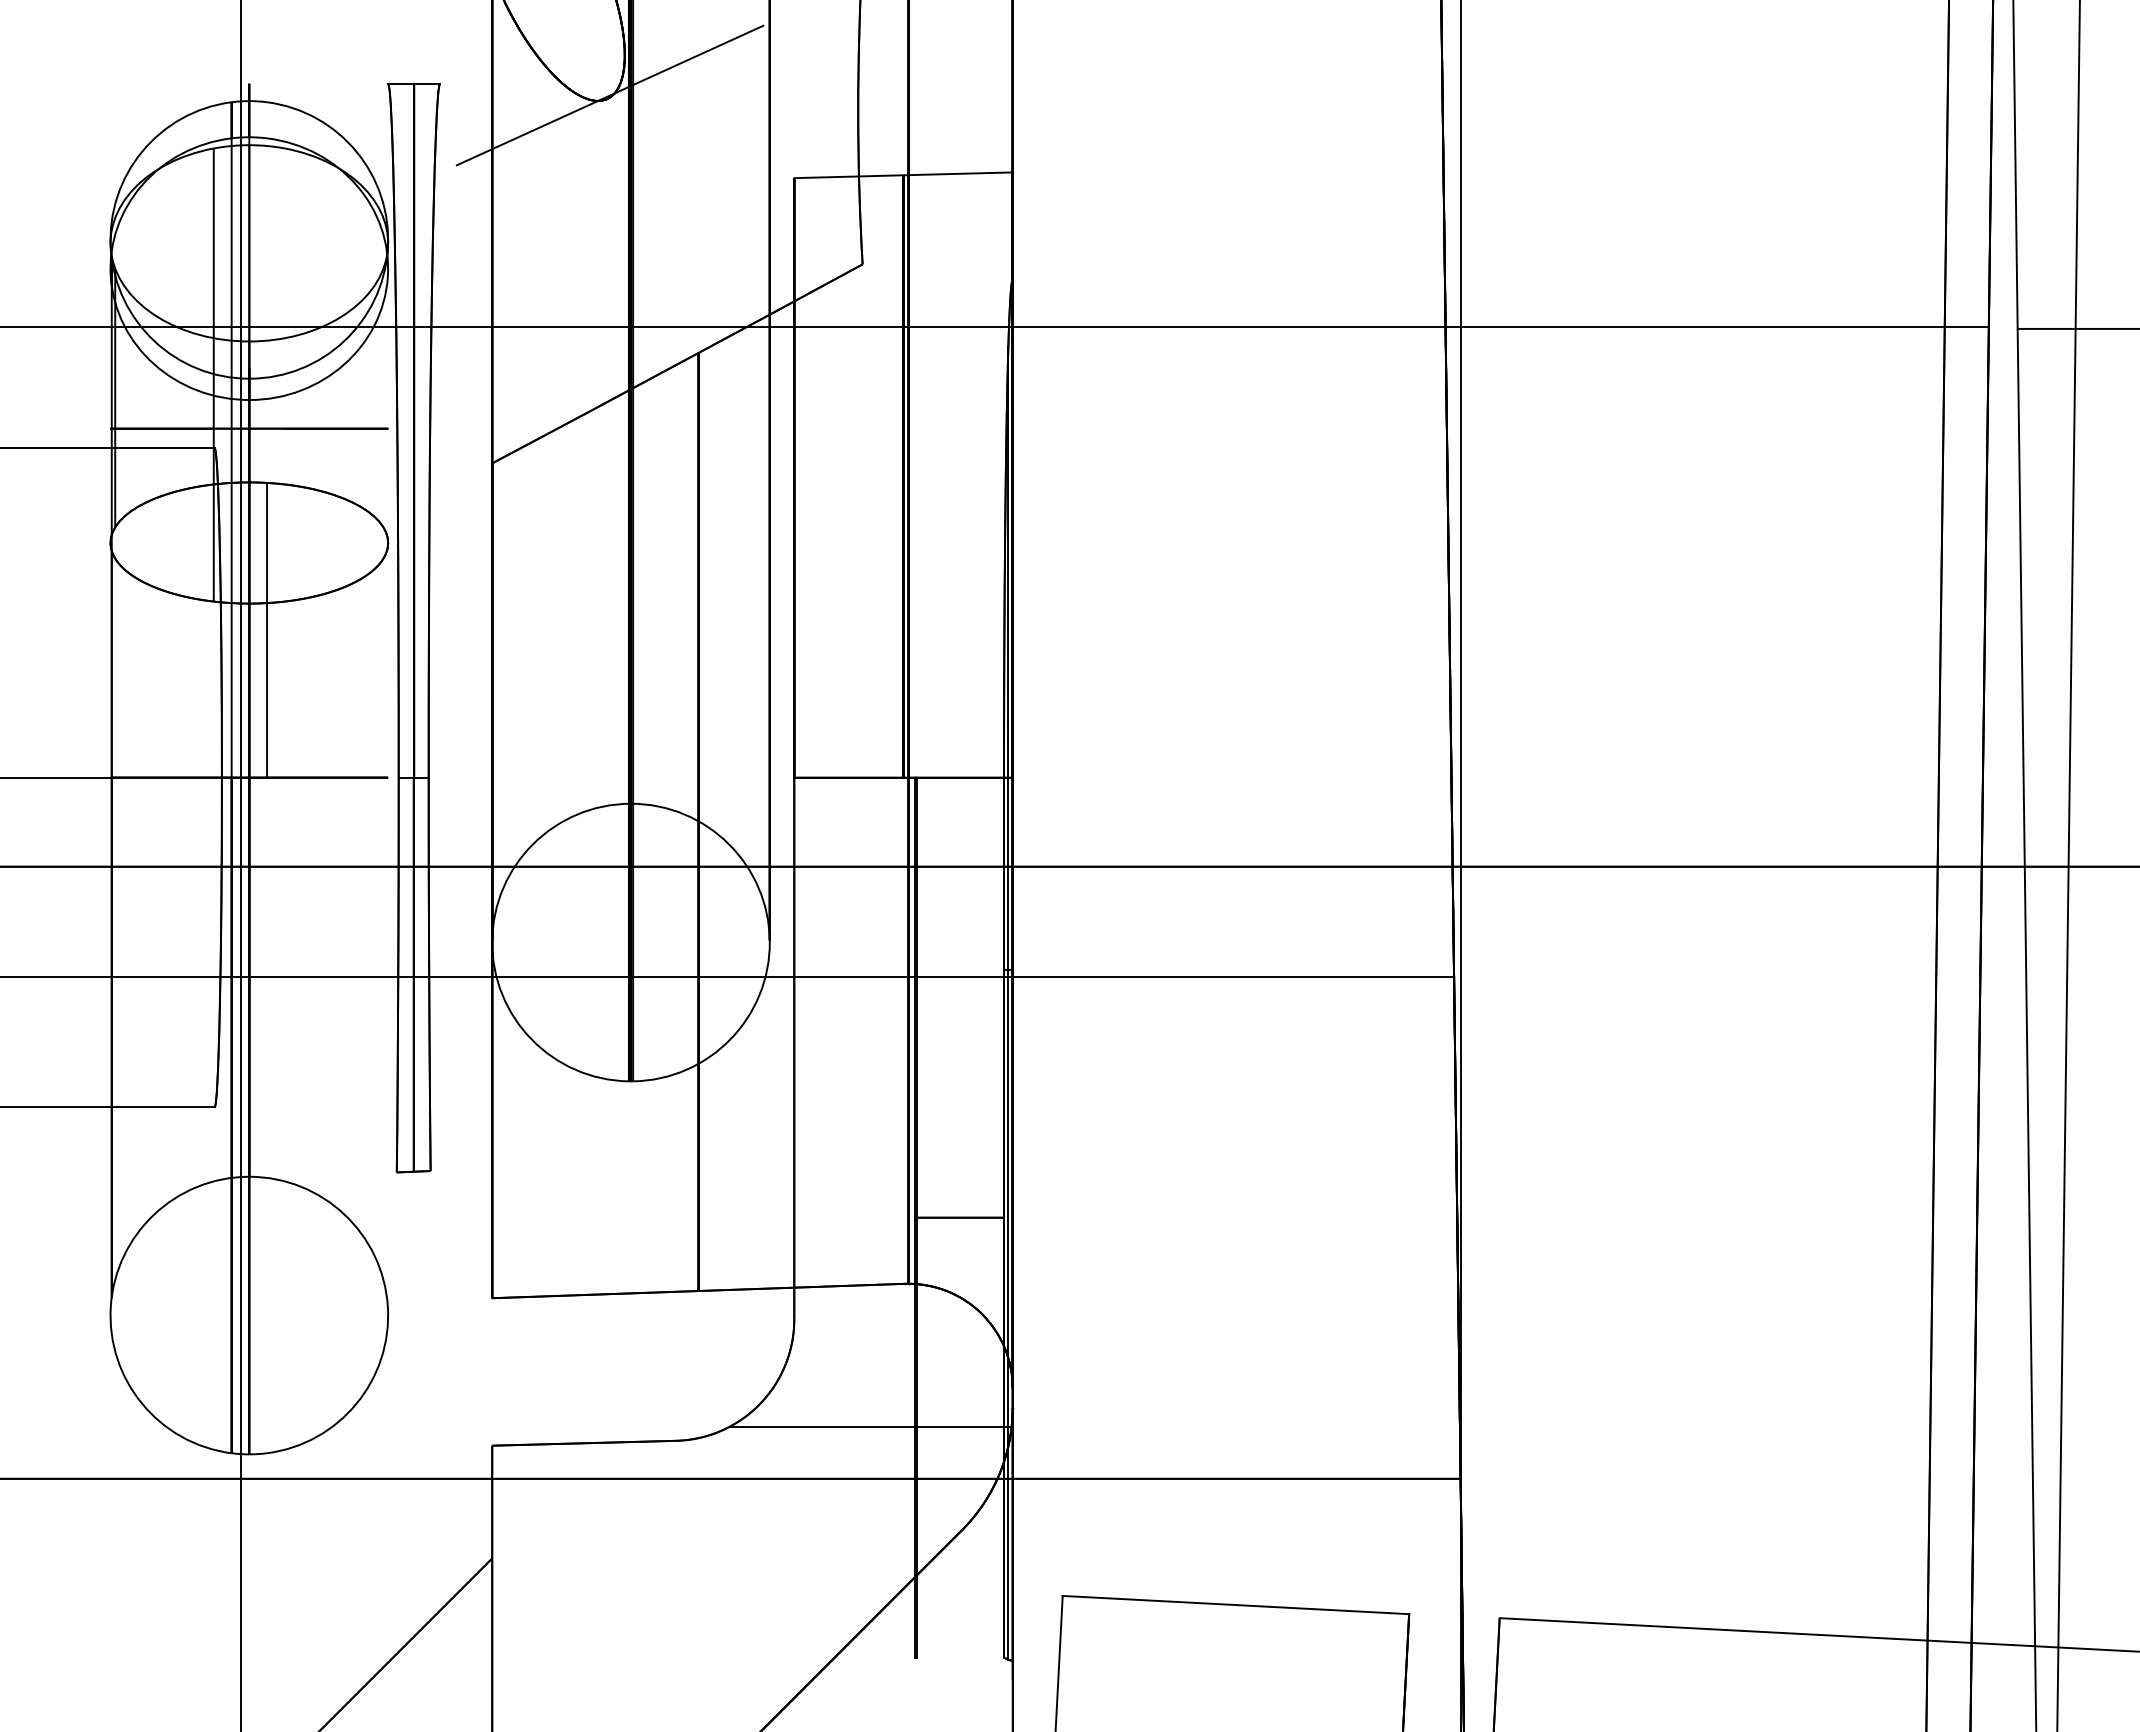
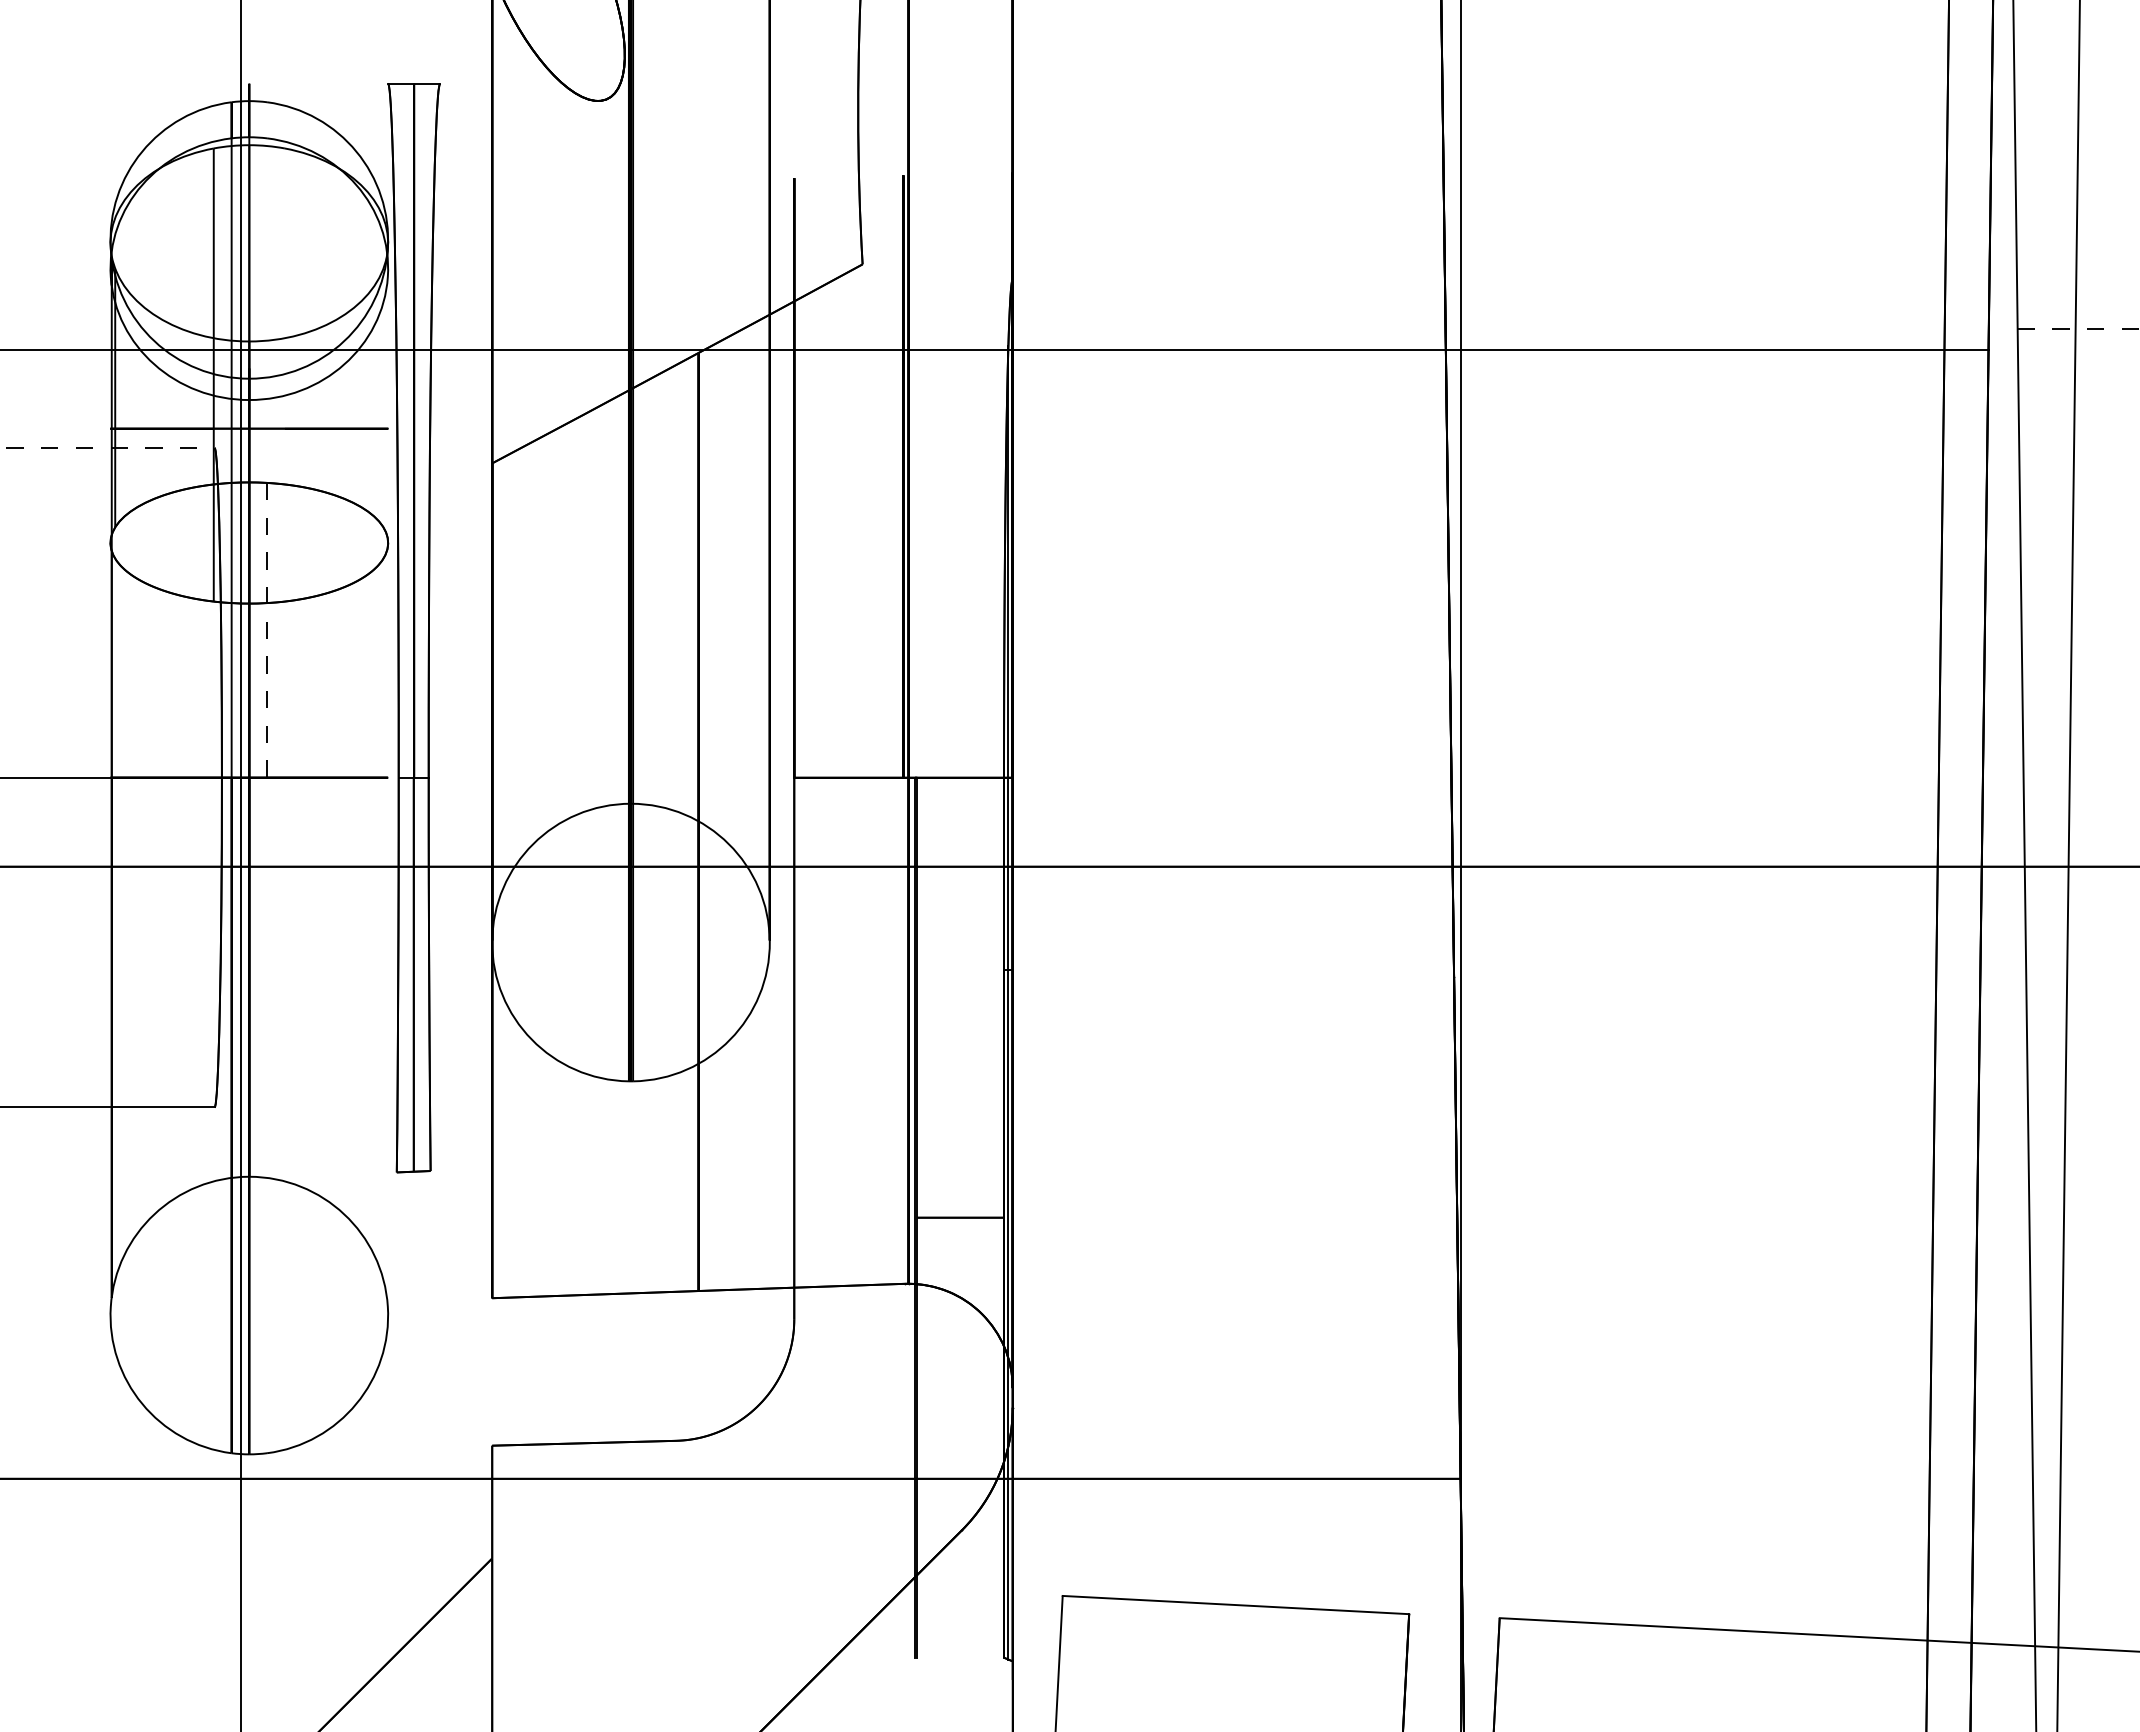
line at (609, 95): present -> none
line at (903, 175): present -> none
line at (995, 327) position: (995, 327) -> (995, 350)
arc at (2078, 328): solid -> dashed
line at (107, 448): solid -> dashed
arc at (267, 629): solid -> dashed
line at (728, 977): present -> none
line at (870, 1426): present -> none
